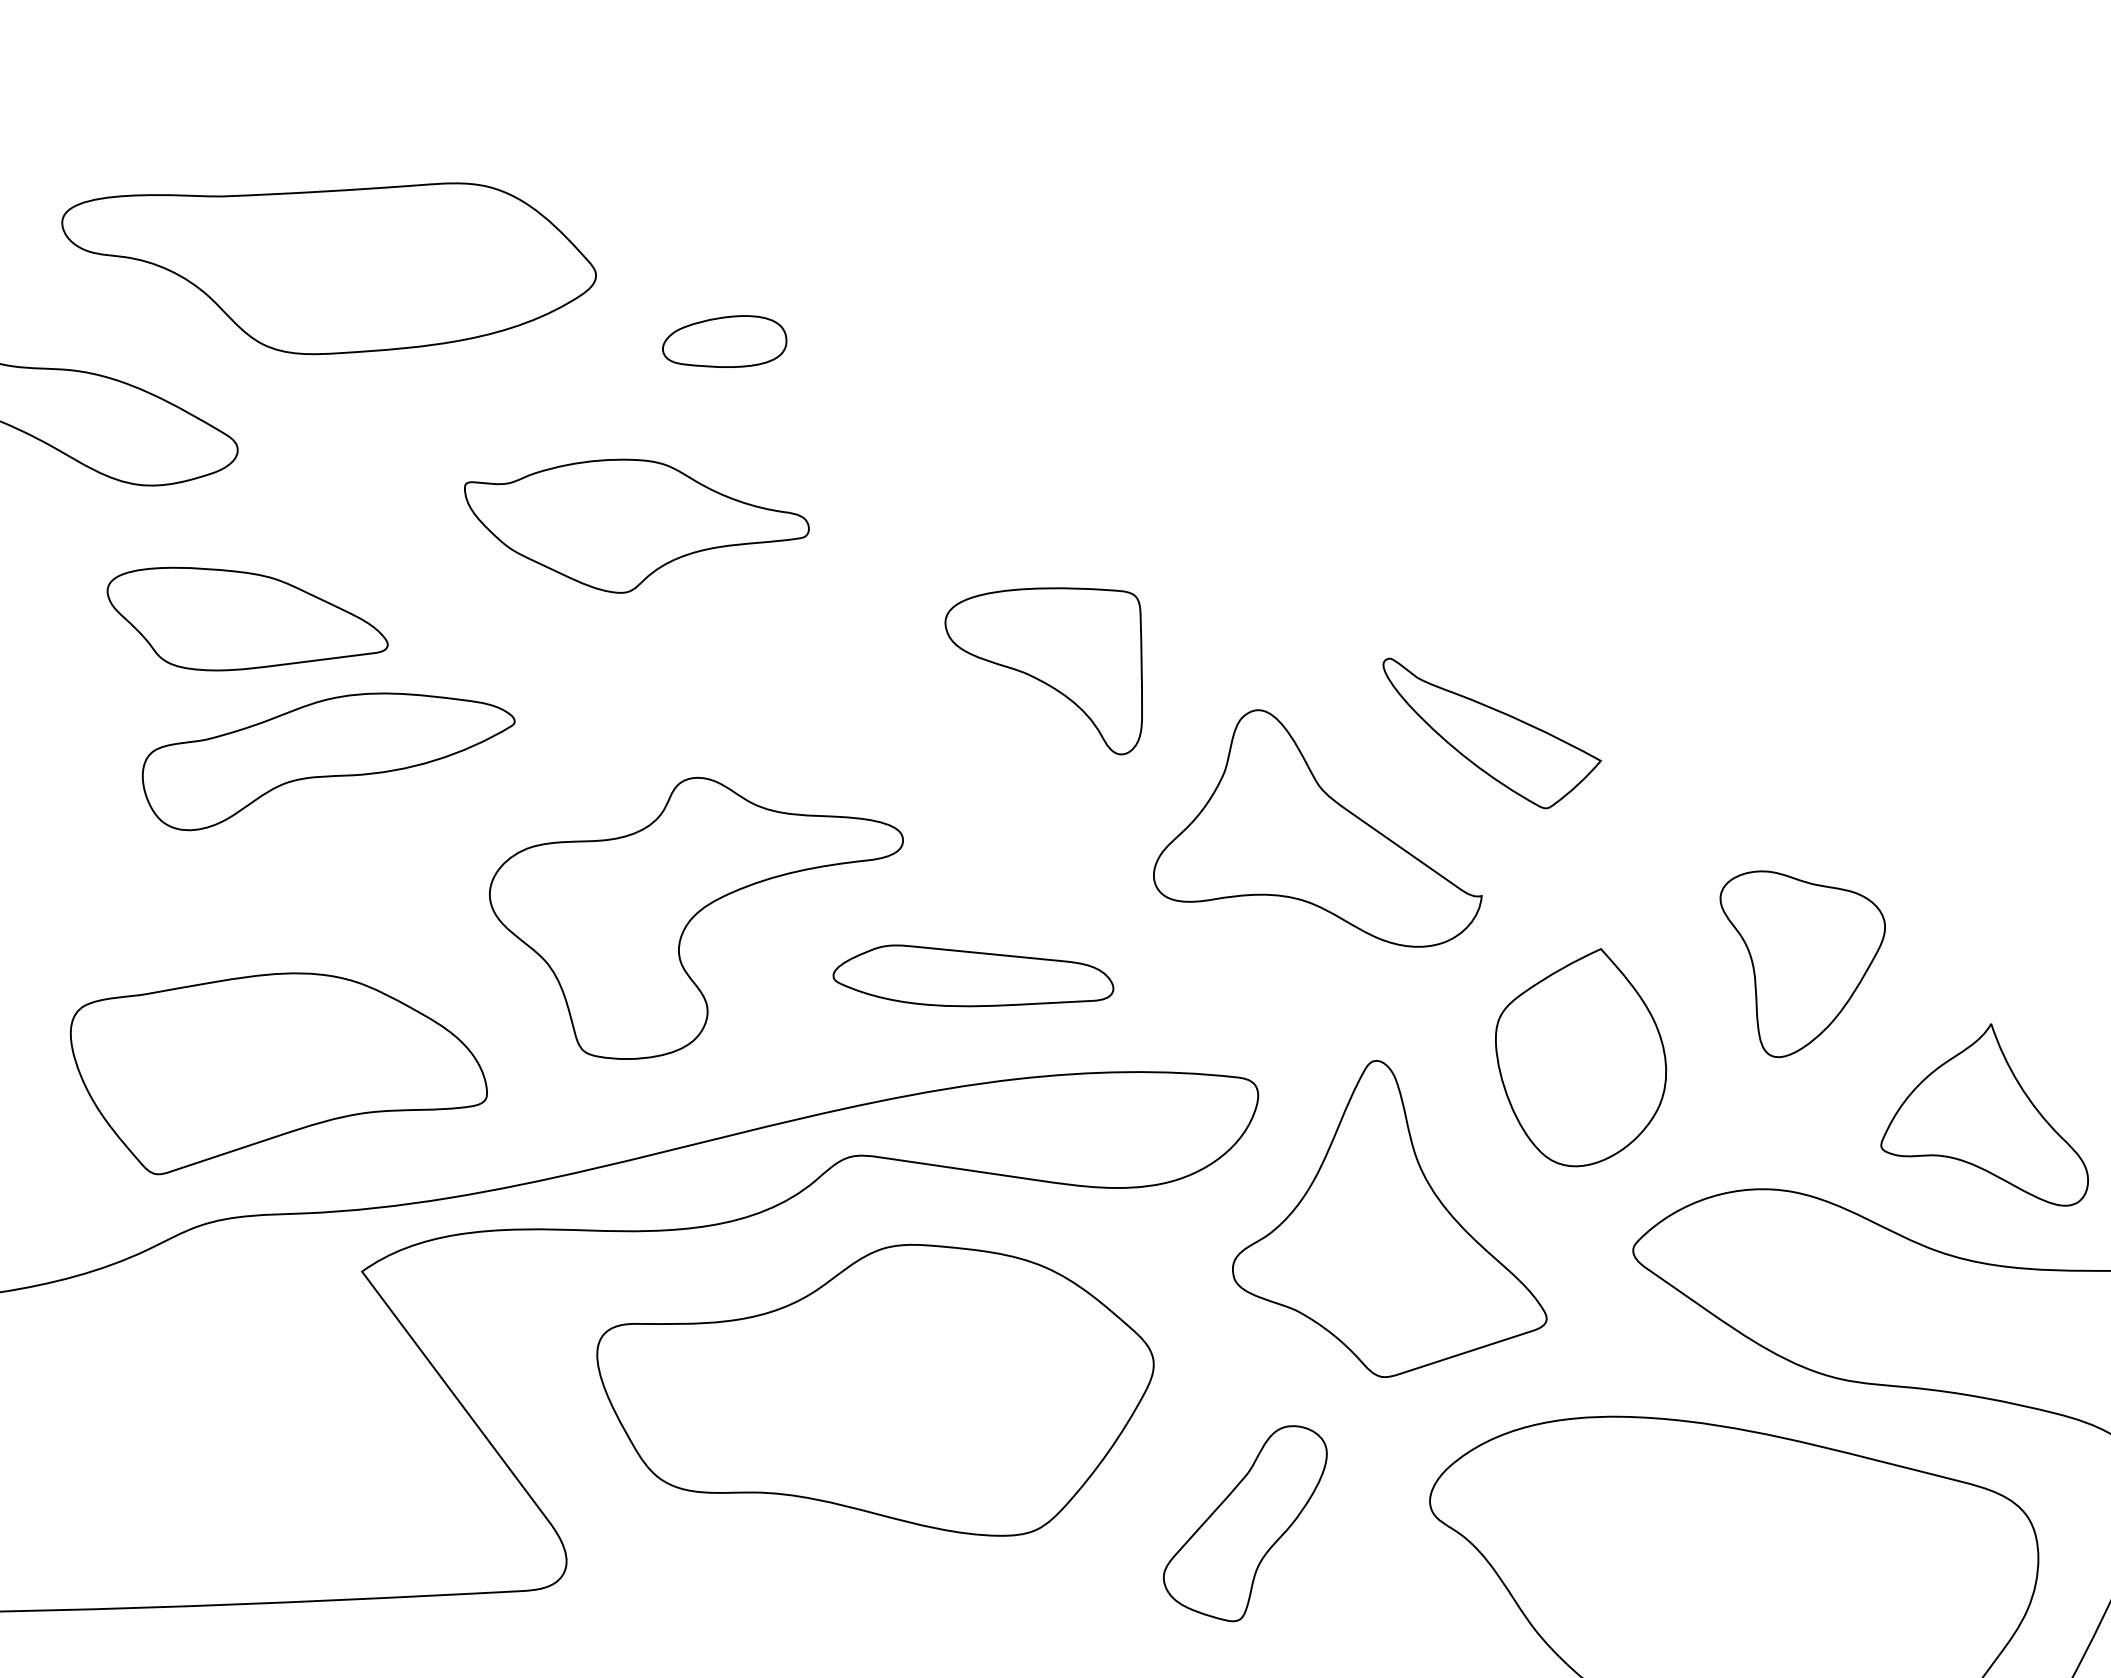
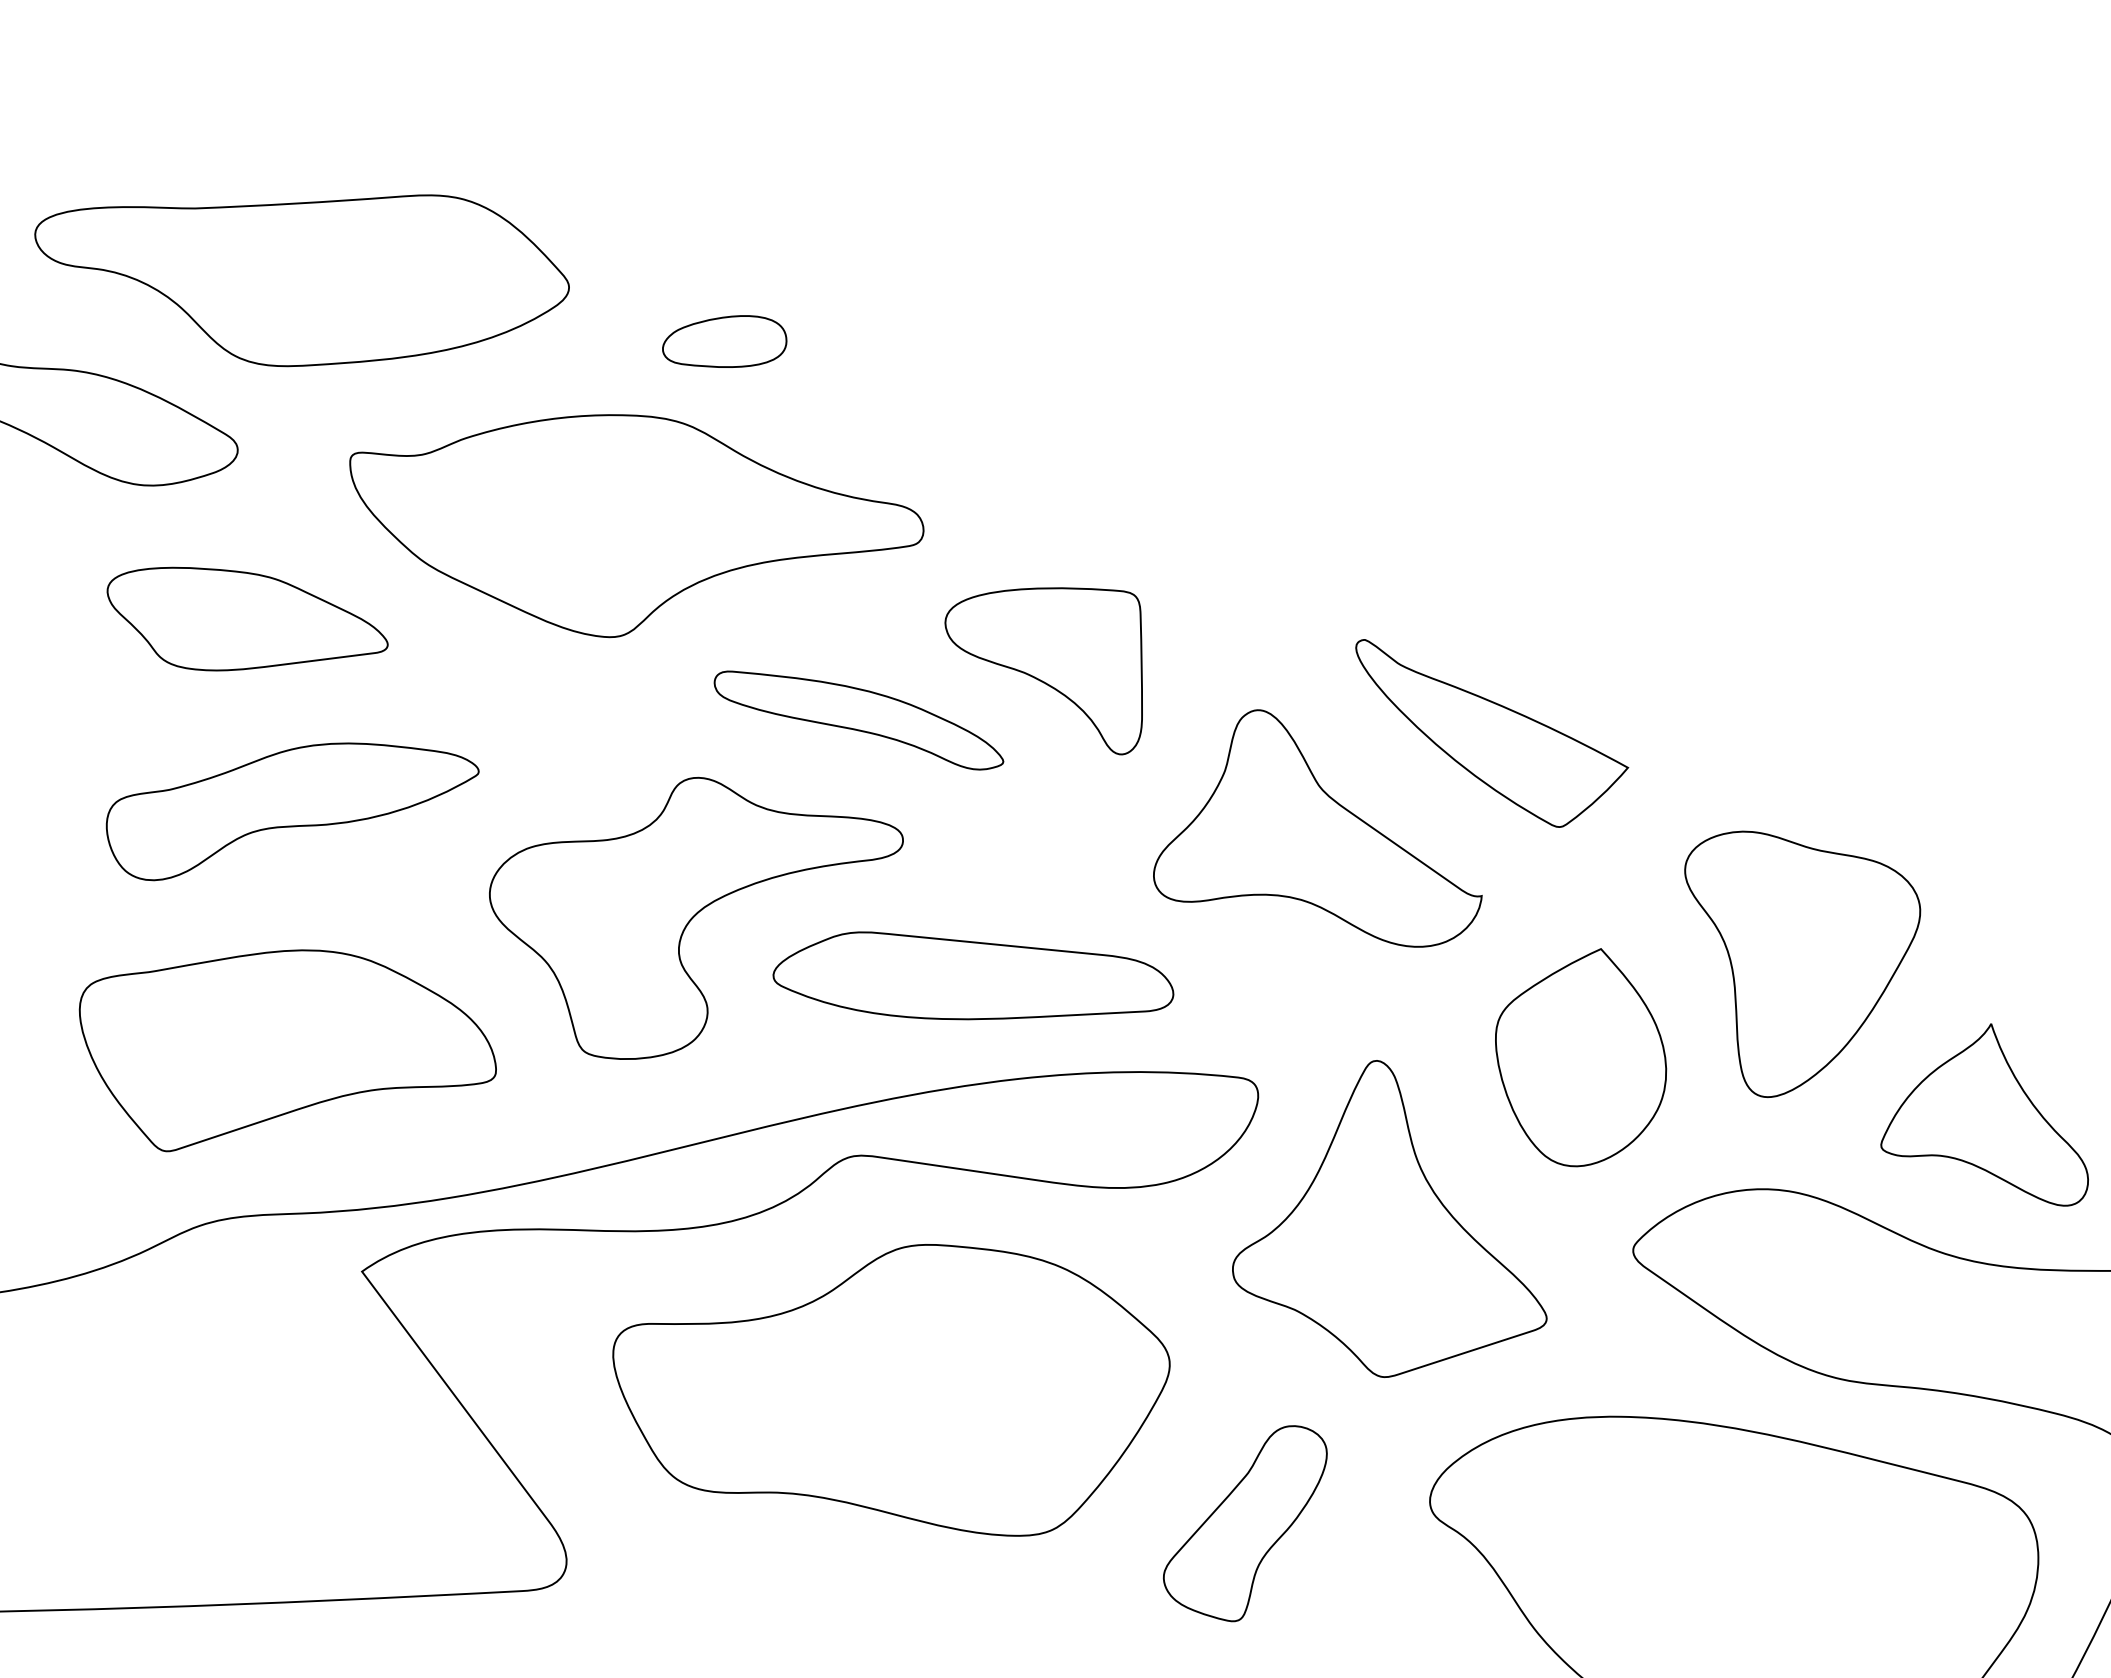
part at (328, 268) position: (328, 268) -> (301, 280)
part at (636, 525) size: 346x136 px -> 576x225 px
part at (858, 720): none -> present
part at (1492, 733) size: 221x153 px -> 275x189 px
part at (328, 761) position: (328, 761) -> (292, 811)
part at (1802, 964) size: 167x189 px -> 238x268 px
part at (973, 975) size: 283x64 px -> 403x90 px
part at (278, 1073) position: (278, 1073) -> (287, 1050)
part at (875, 1390) position: (875, 1390) -> (891, 1390)
